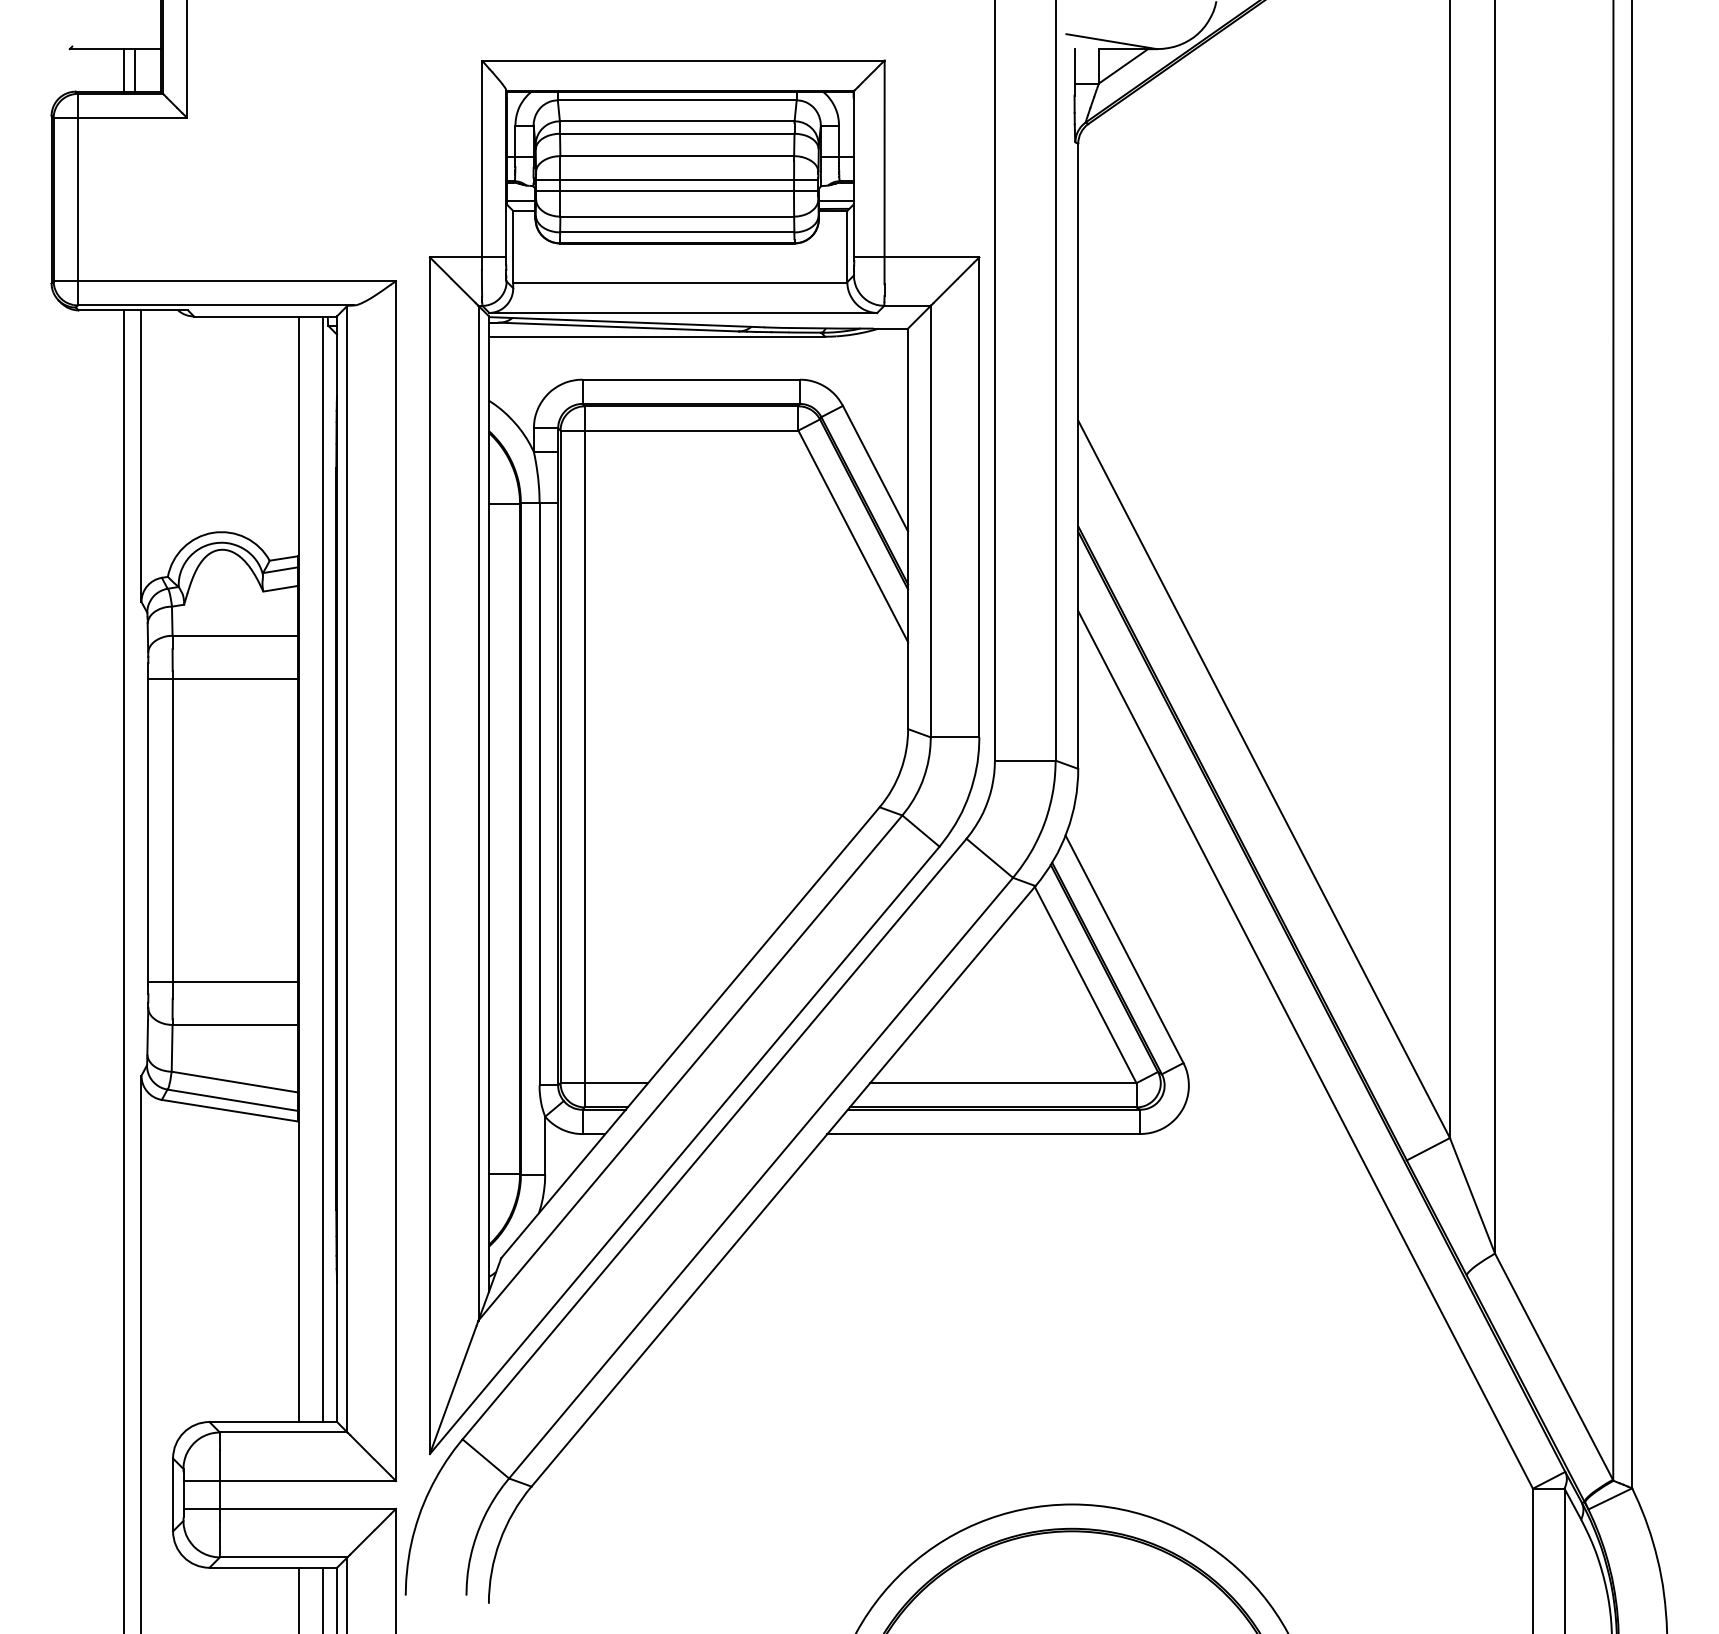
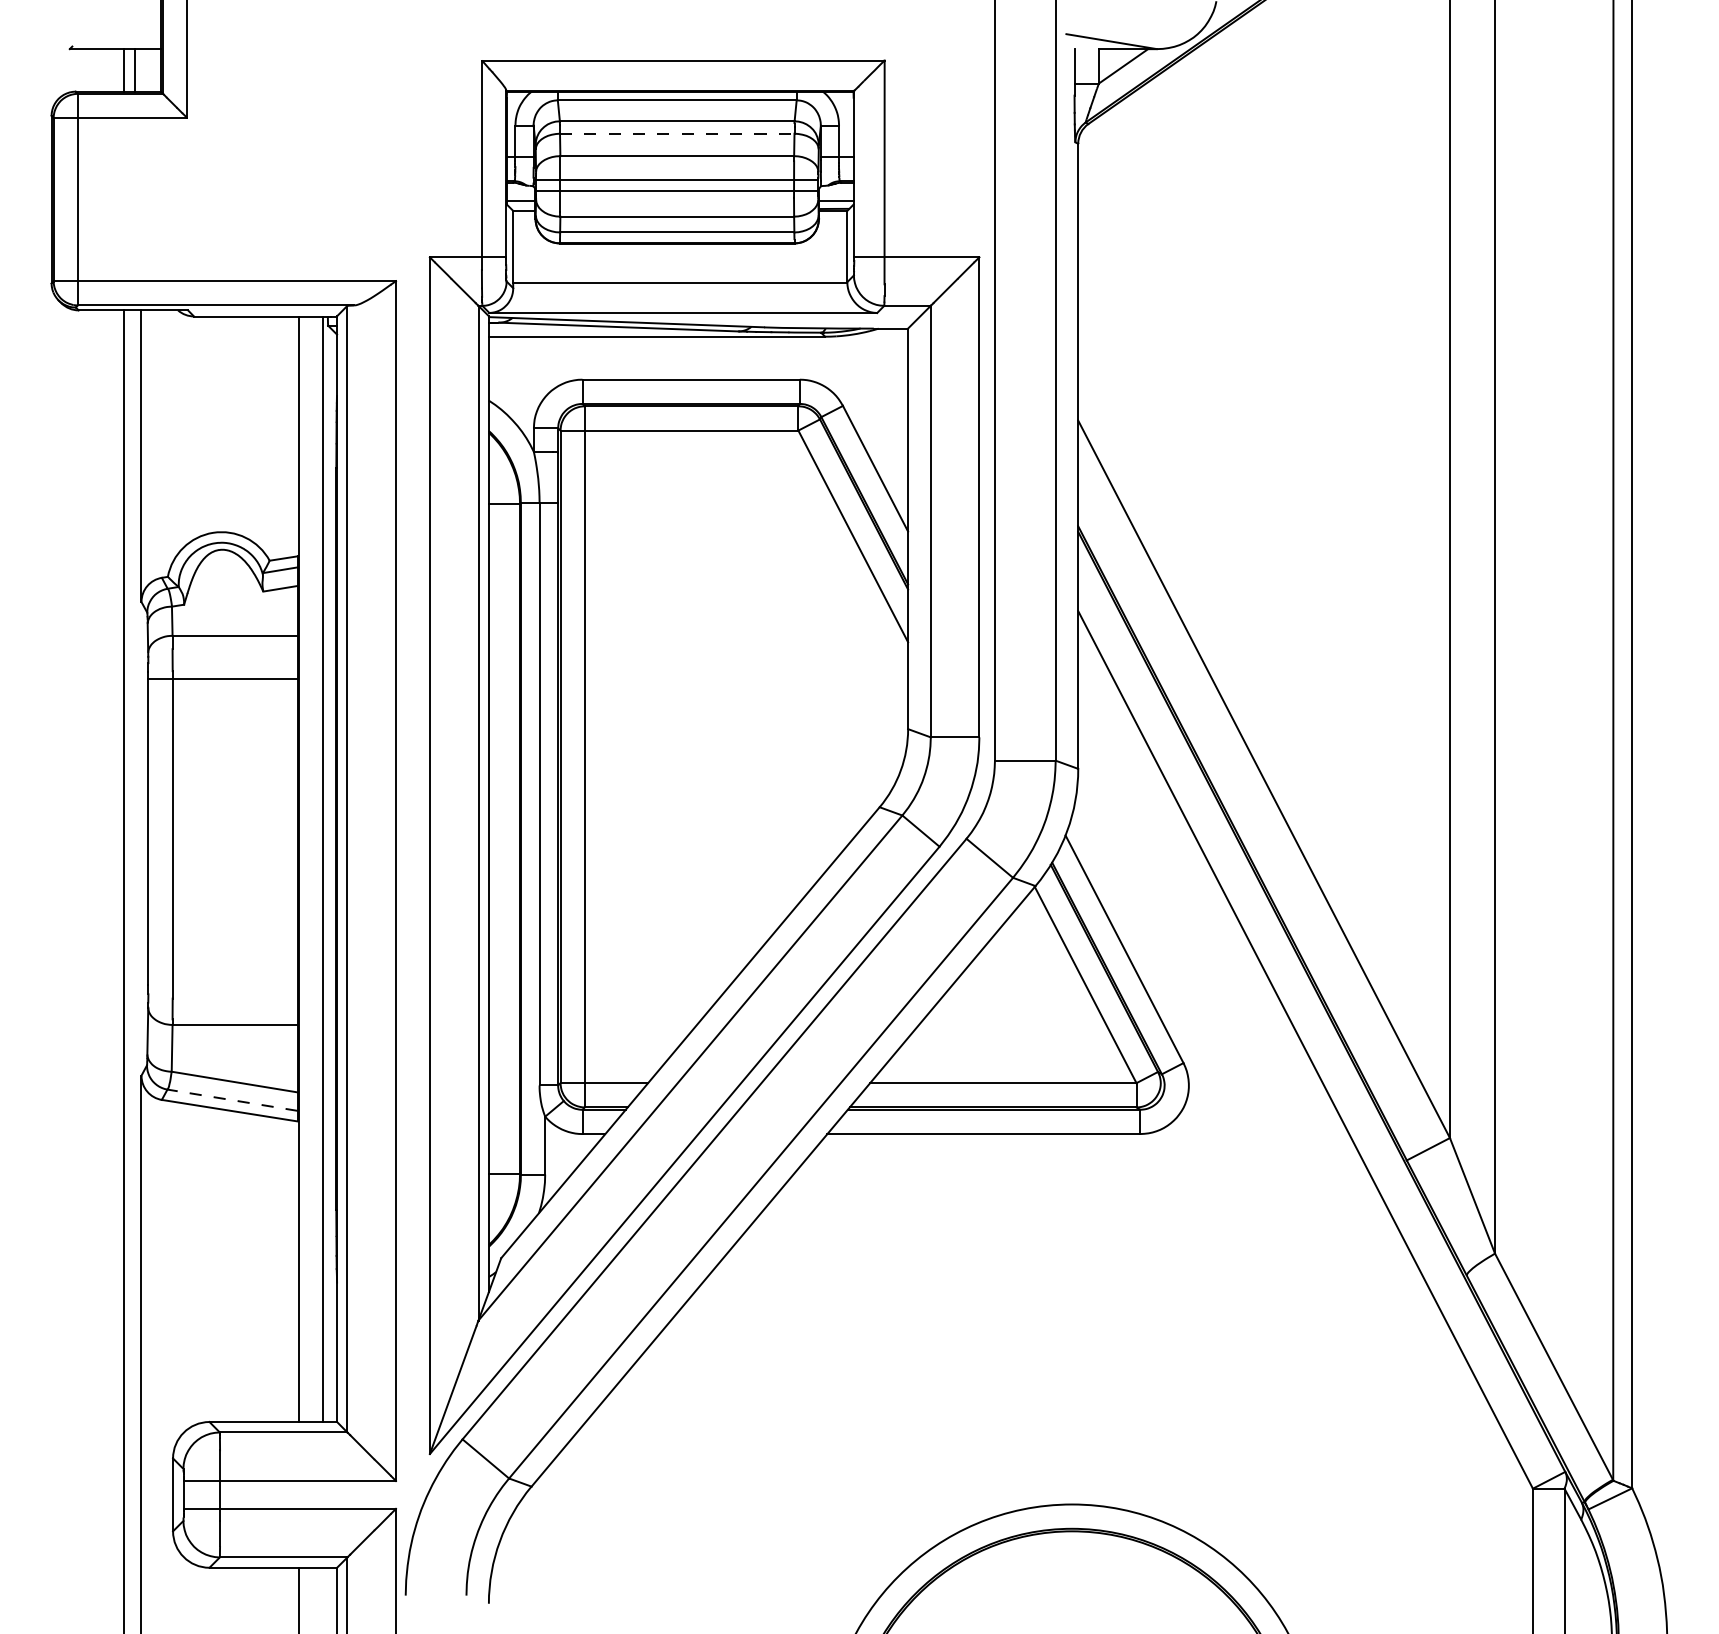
line at (677, 133): solid -> dashed
line at (222, 981): present -> none
line at (232, 1100): solid -> dashed
line at (323, 1598): present -> none
